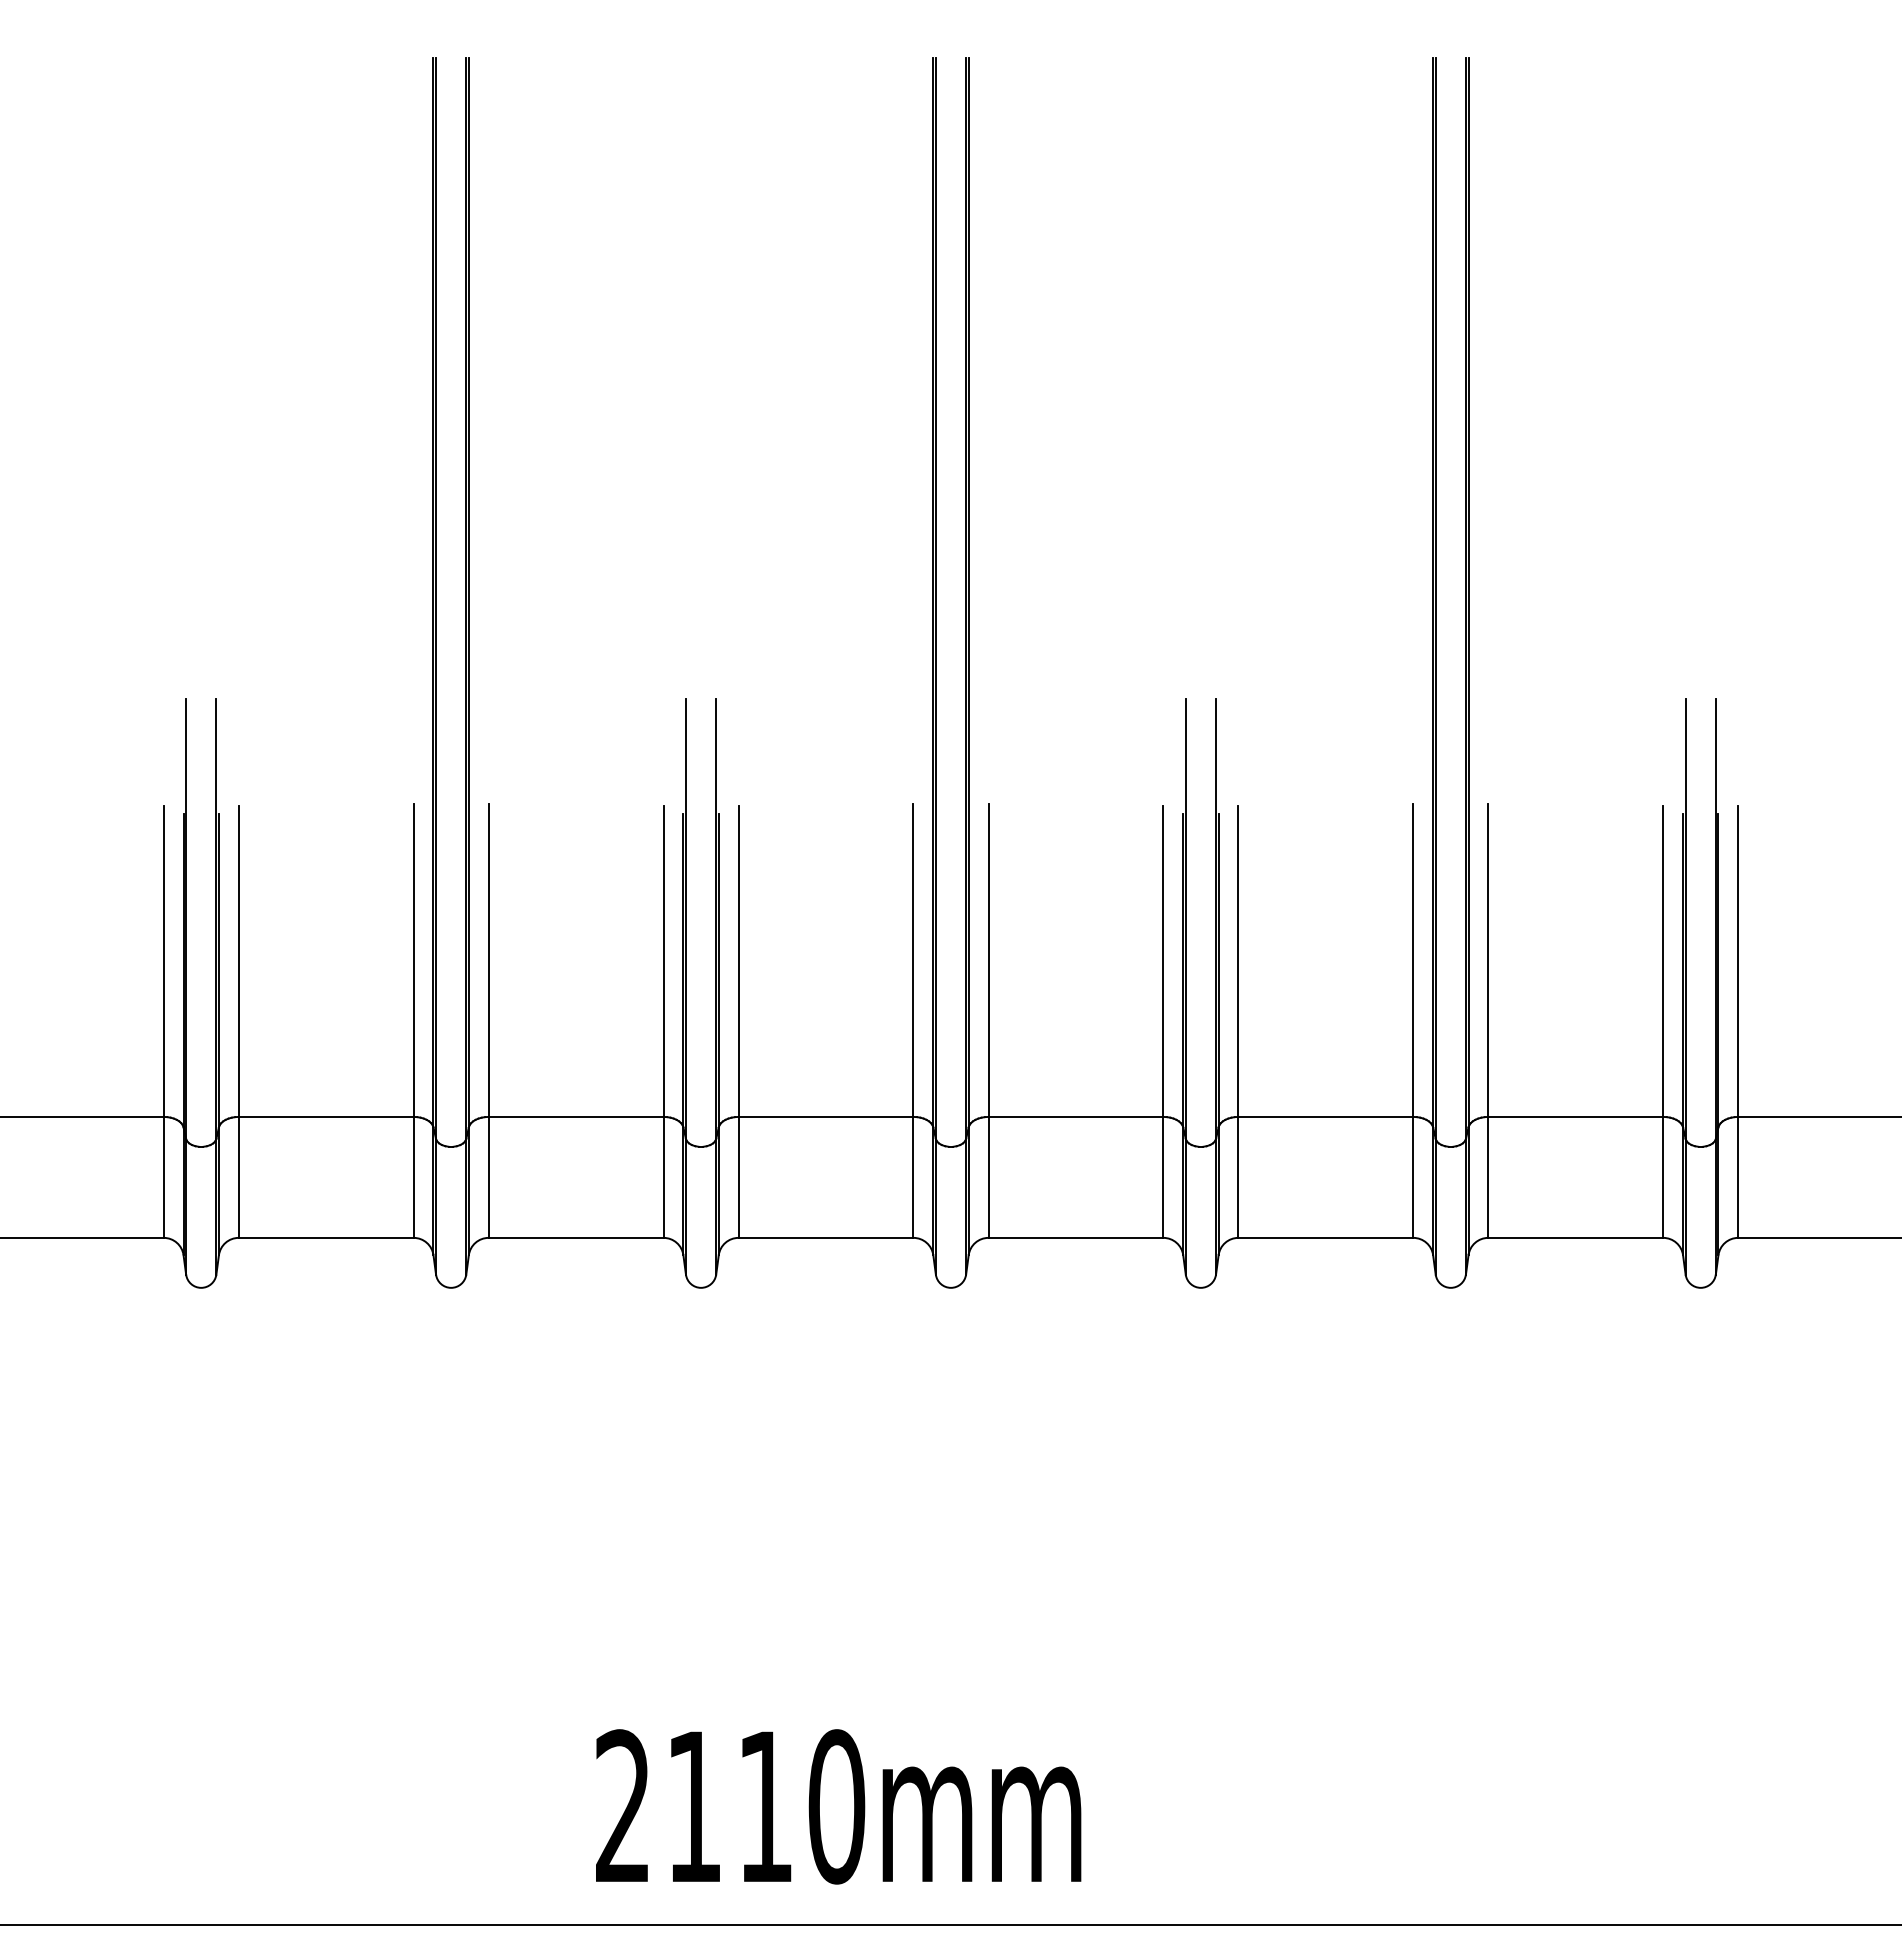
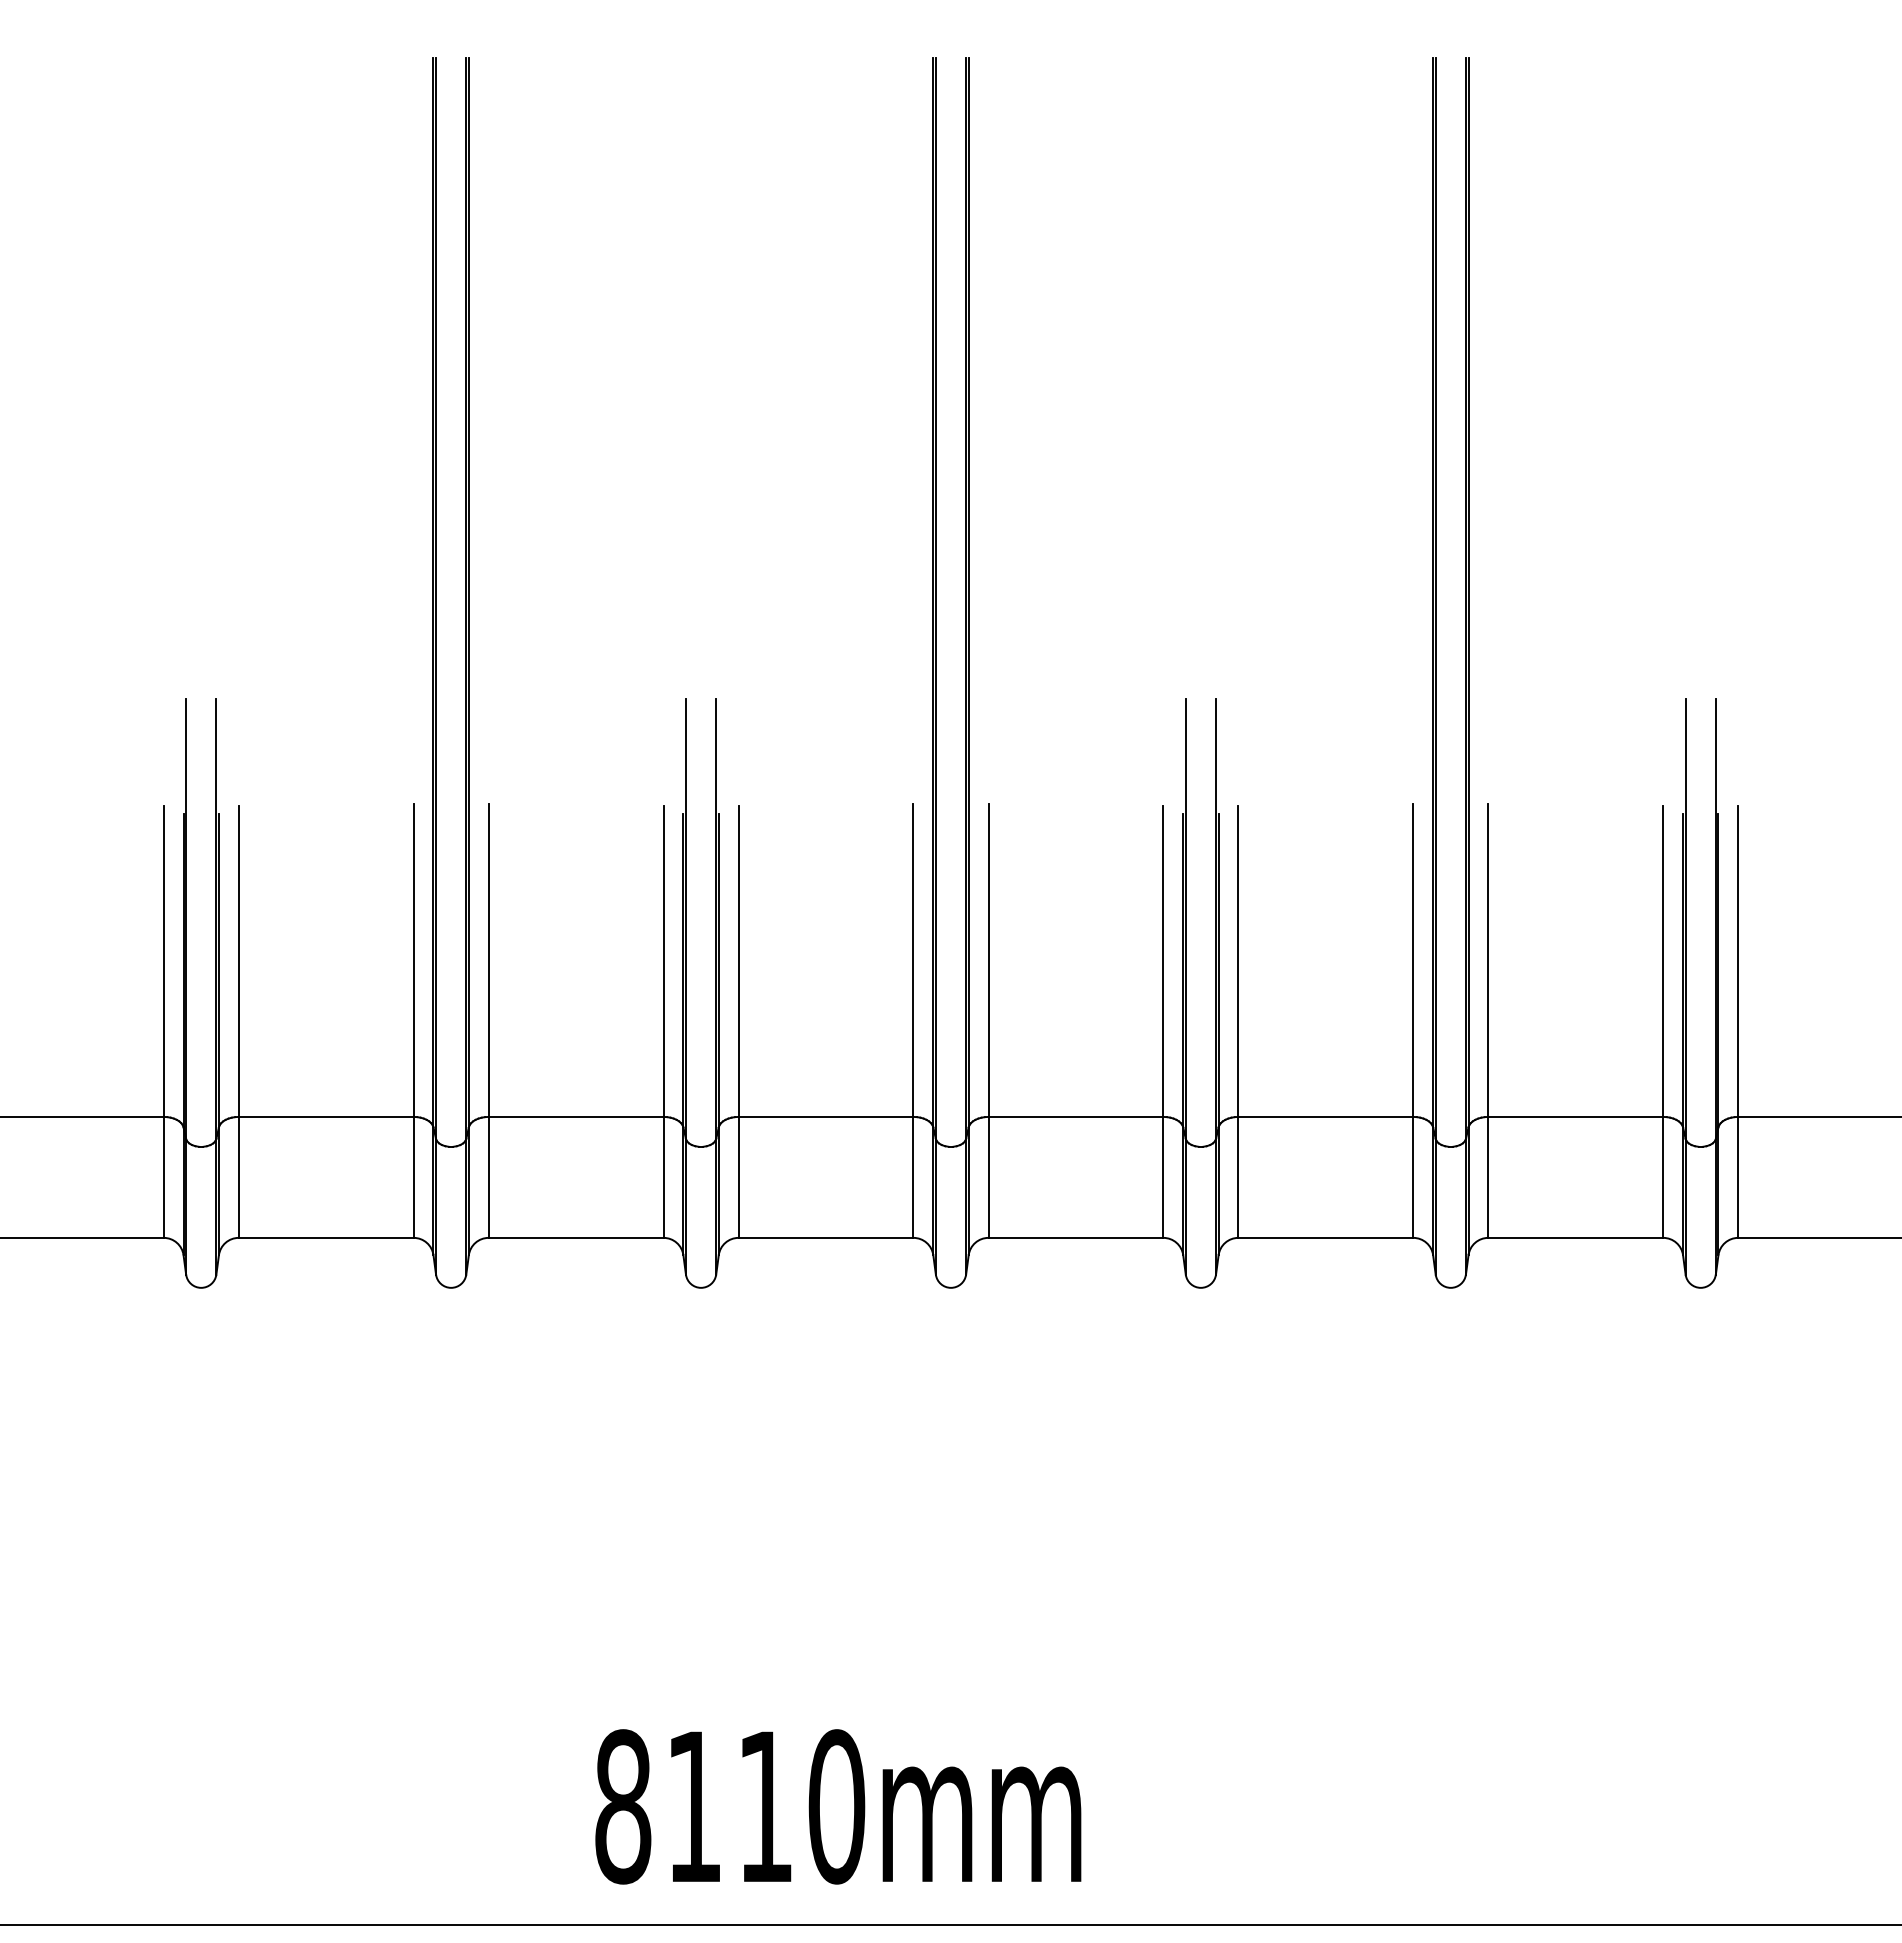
text at (623, 1806): 2110mm -> 8110mm
